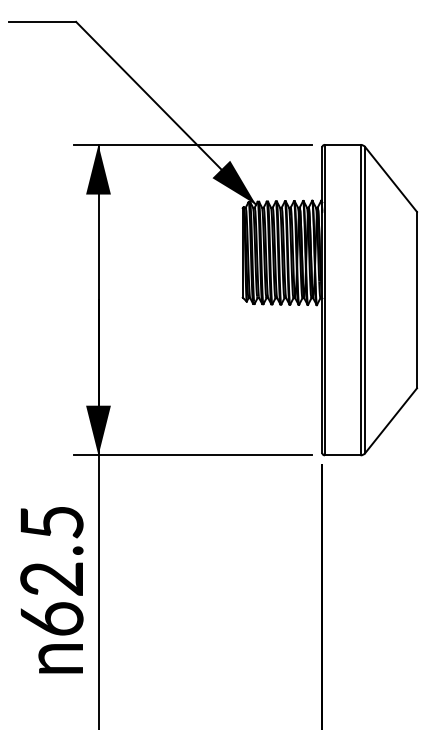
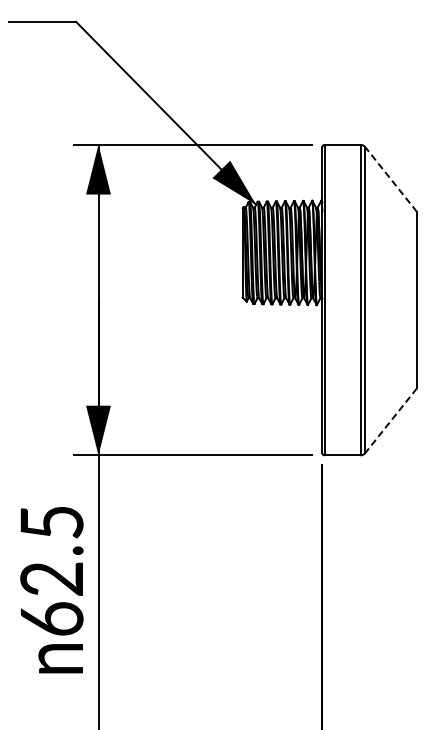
line at (390, 179): solid -> dashed
line at (390, 421): solid -> dashed
